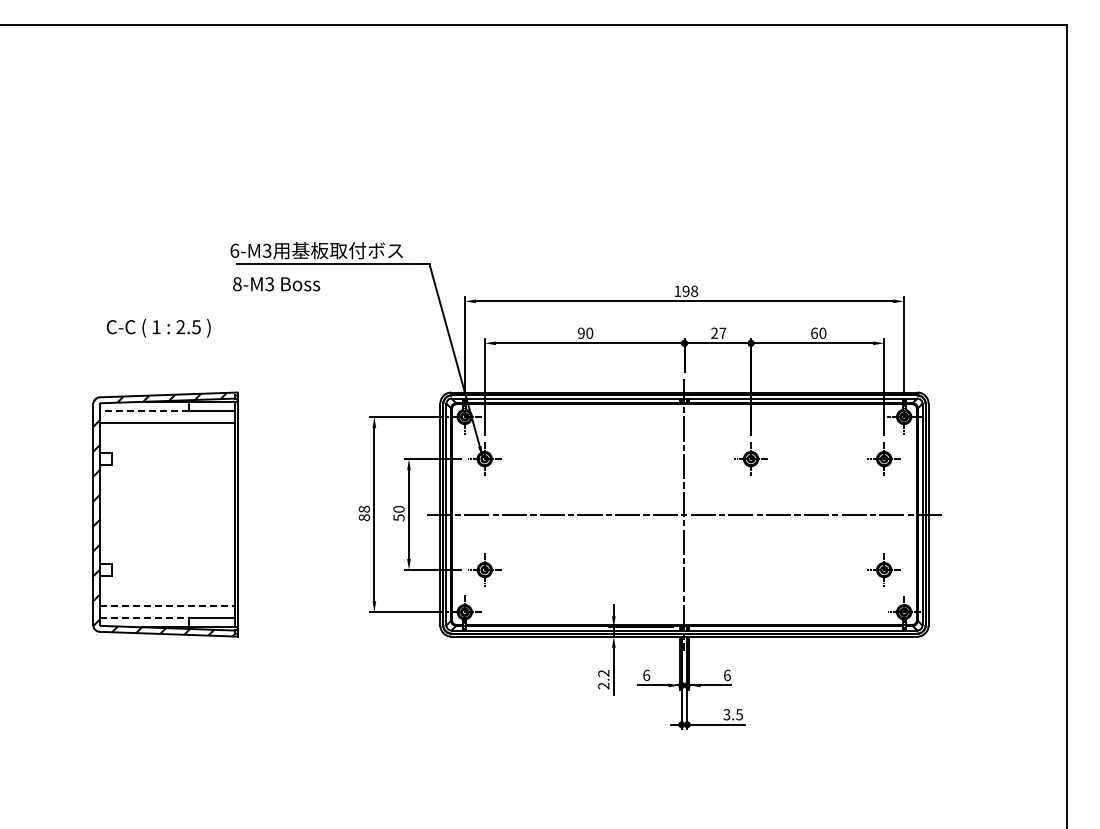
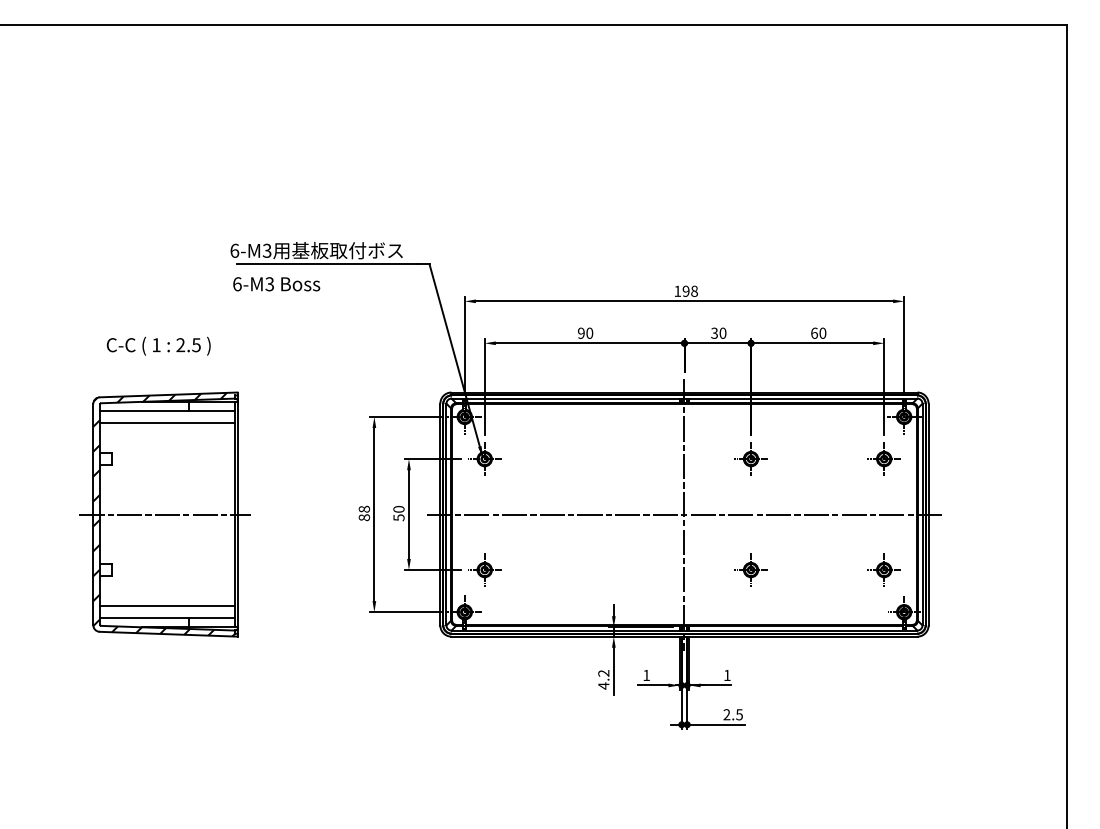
text at (237, 284): 8-M3 -> 6-M3
text at (158, 327) position: (158, 327) -> (158, 345)
text at (718, 332): 27 -> 30
line at (143, 410): dashed -> solid
line at (165, 514): none -> present
part at (750, 569): none -> present
line at (167, 606): dashed -> solid
line at (144, 618): dashed -> solid
text at (646, 675): 6 -> 1
text at (727, 675): 6 -> 1
text at (603, 685): 2.2 -> 4.2
text at (726, 714): 3.5 -> 2.5
